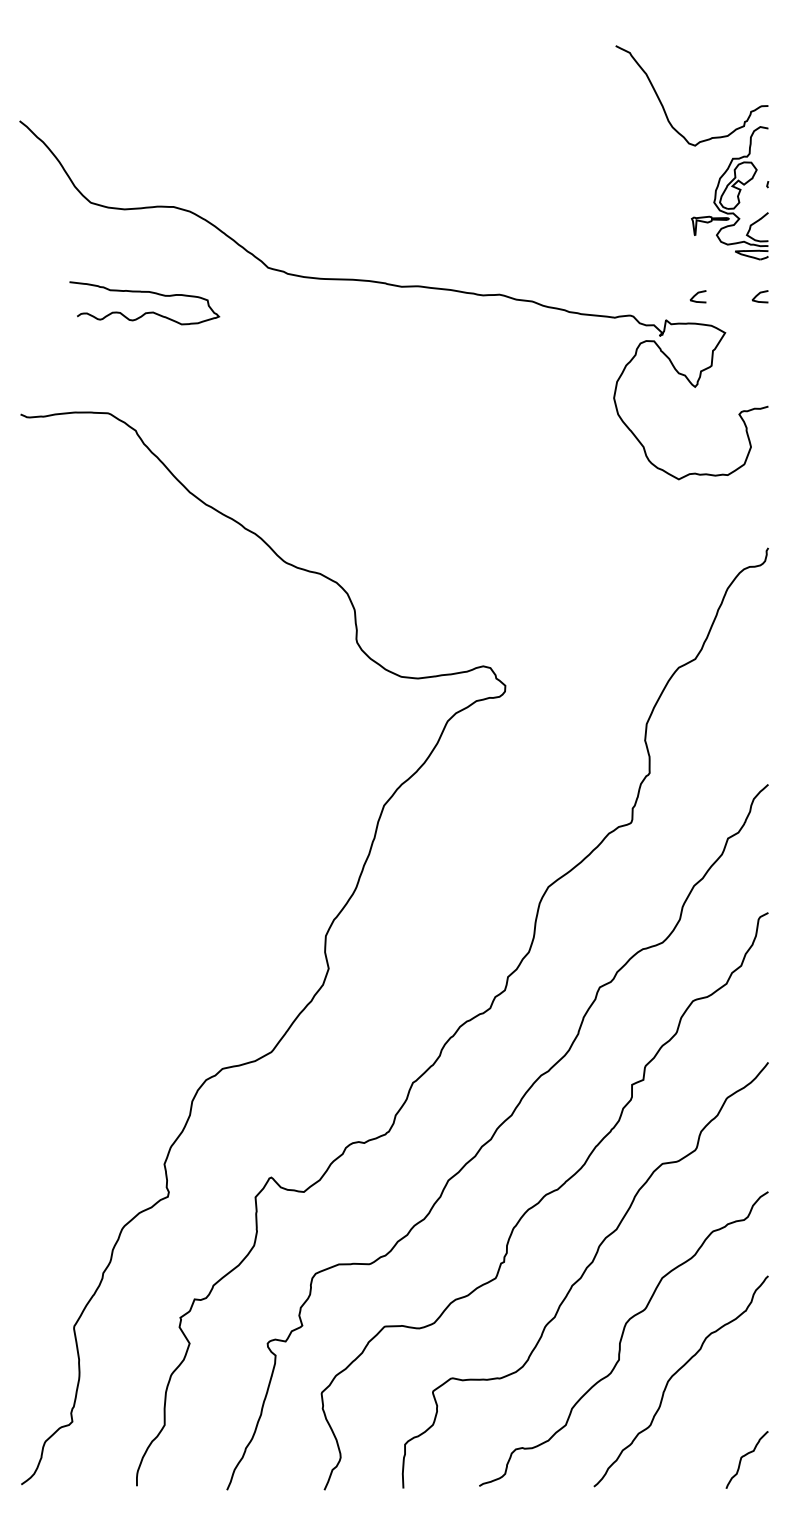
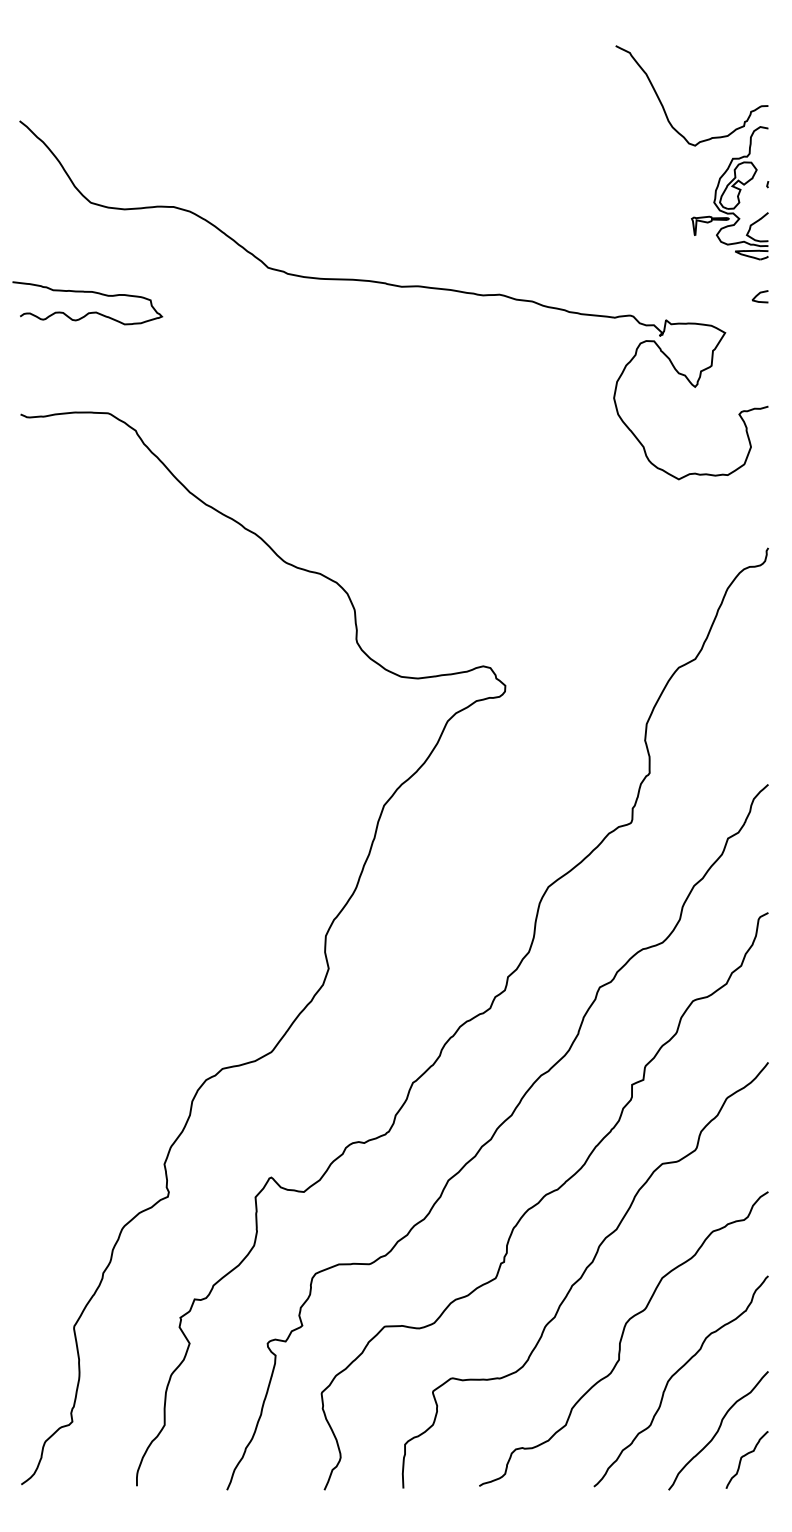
curve at (696, 295): present -> none
curve at (145, 312) position: (145, 312) -> (88, 312)
curve at (718, 1430): none -> present
